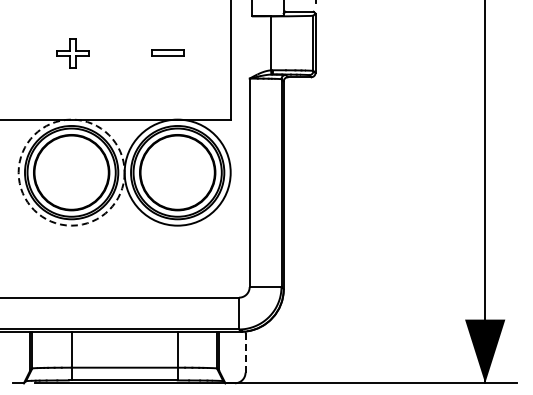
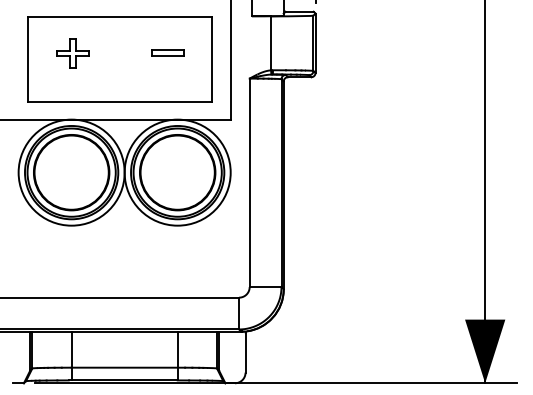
part at (119, 59): none -> present
circle at (71, 172): dashed -> solid
line at (245, 353): dashed -> solid
